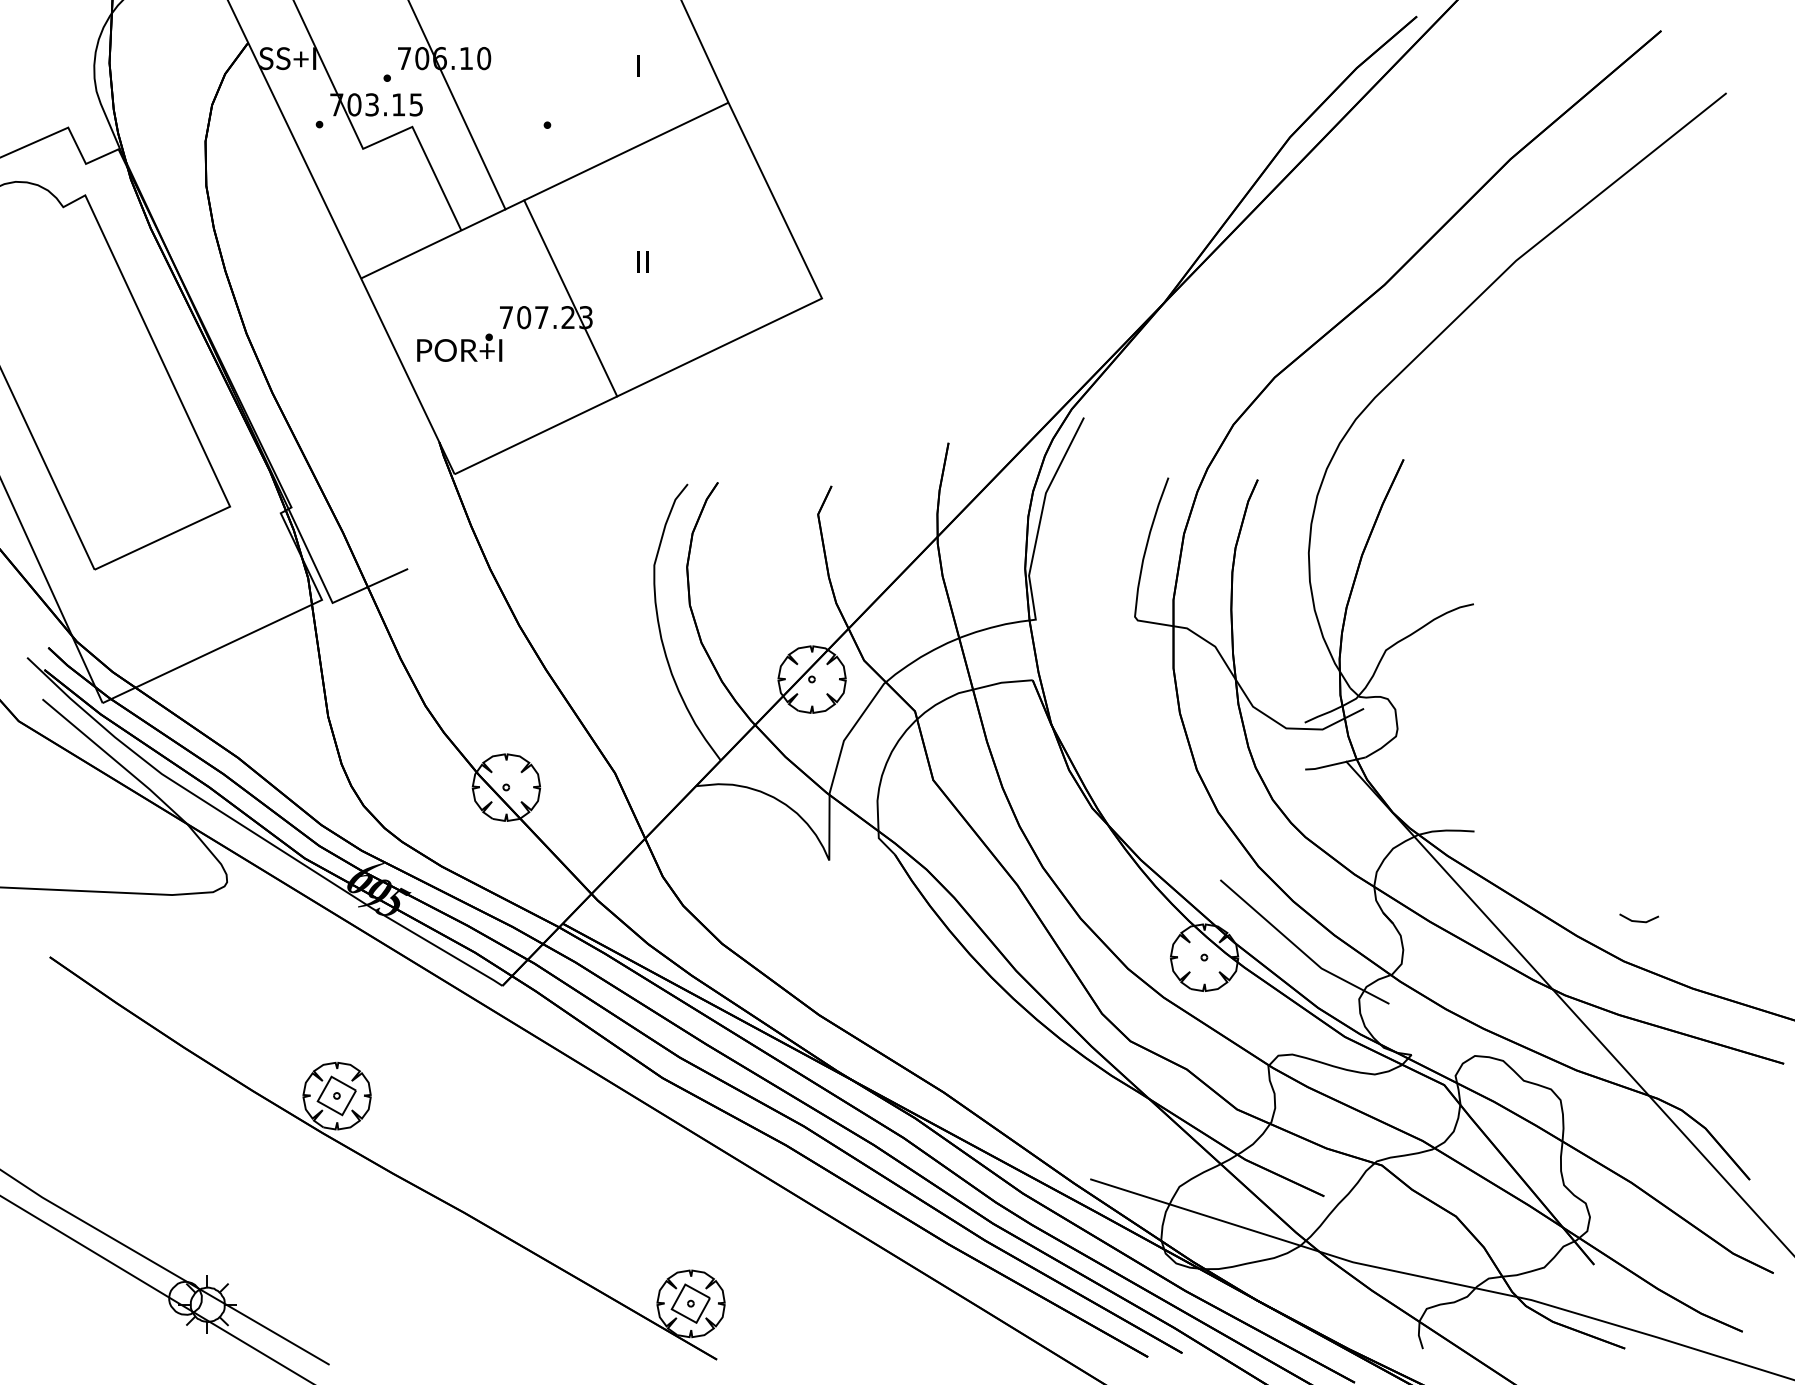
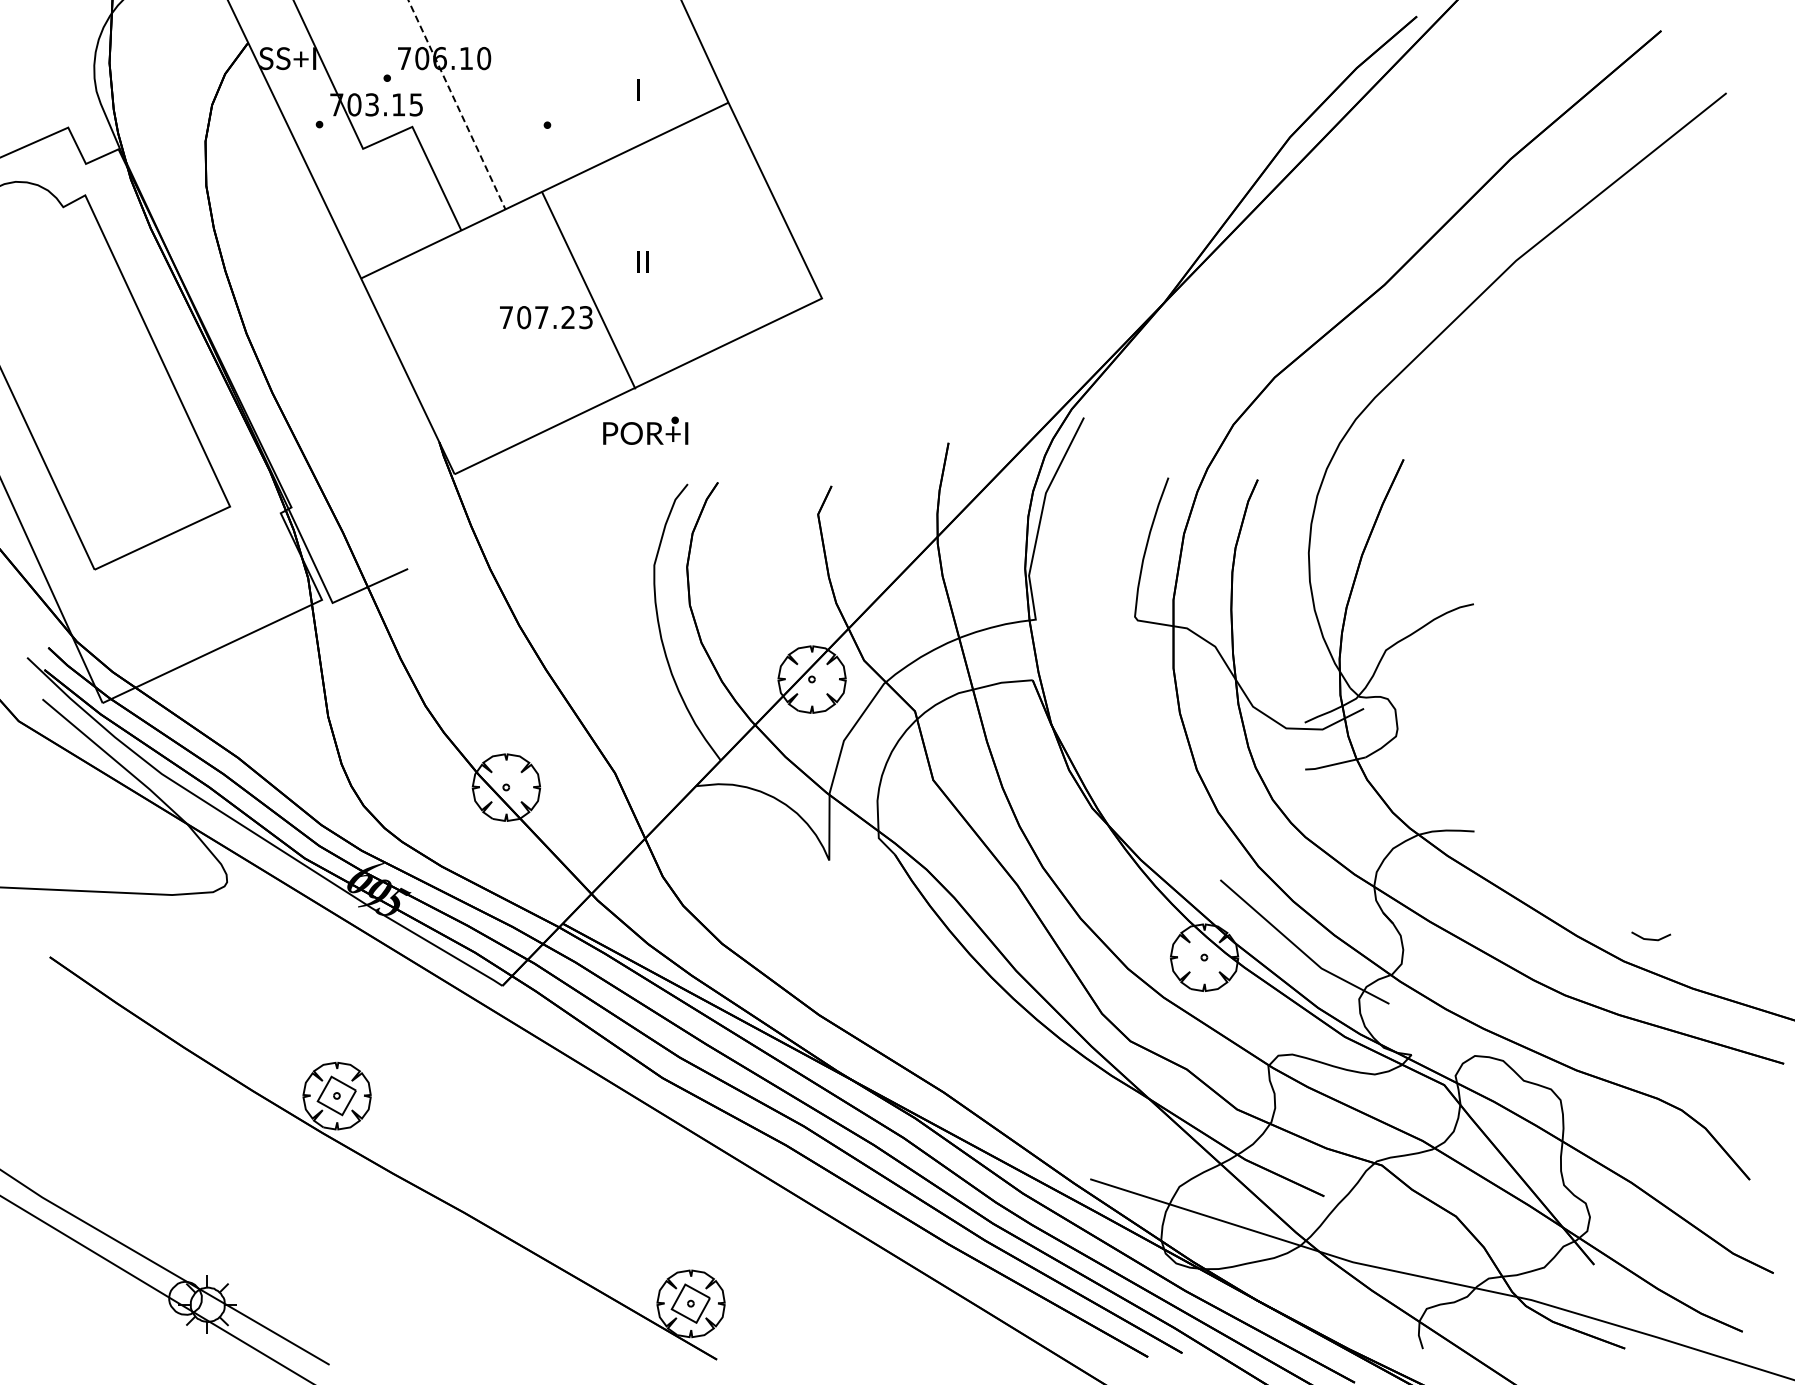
text at (638, 65) position: (638, 65) -> (638, 89)
line at (457, 105): solid -> dashed
line at (570, 298) position: (570, 298) -> (588, 290)
part at (459, 347) position: (459, 347) -> (645, 430)
line at (1639, 920) position: (1639, 920) -> (1651, 938)
line at (1568, 1007): present -> none
